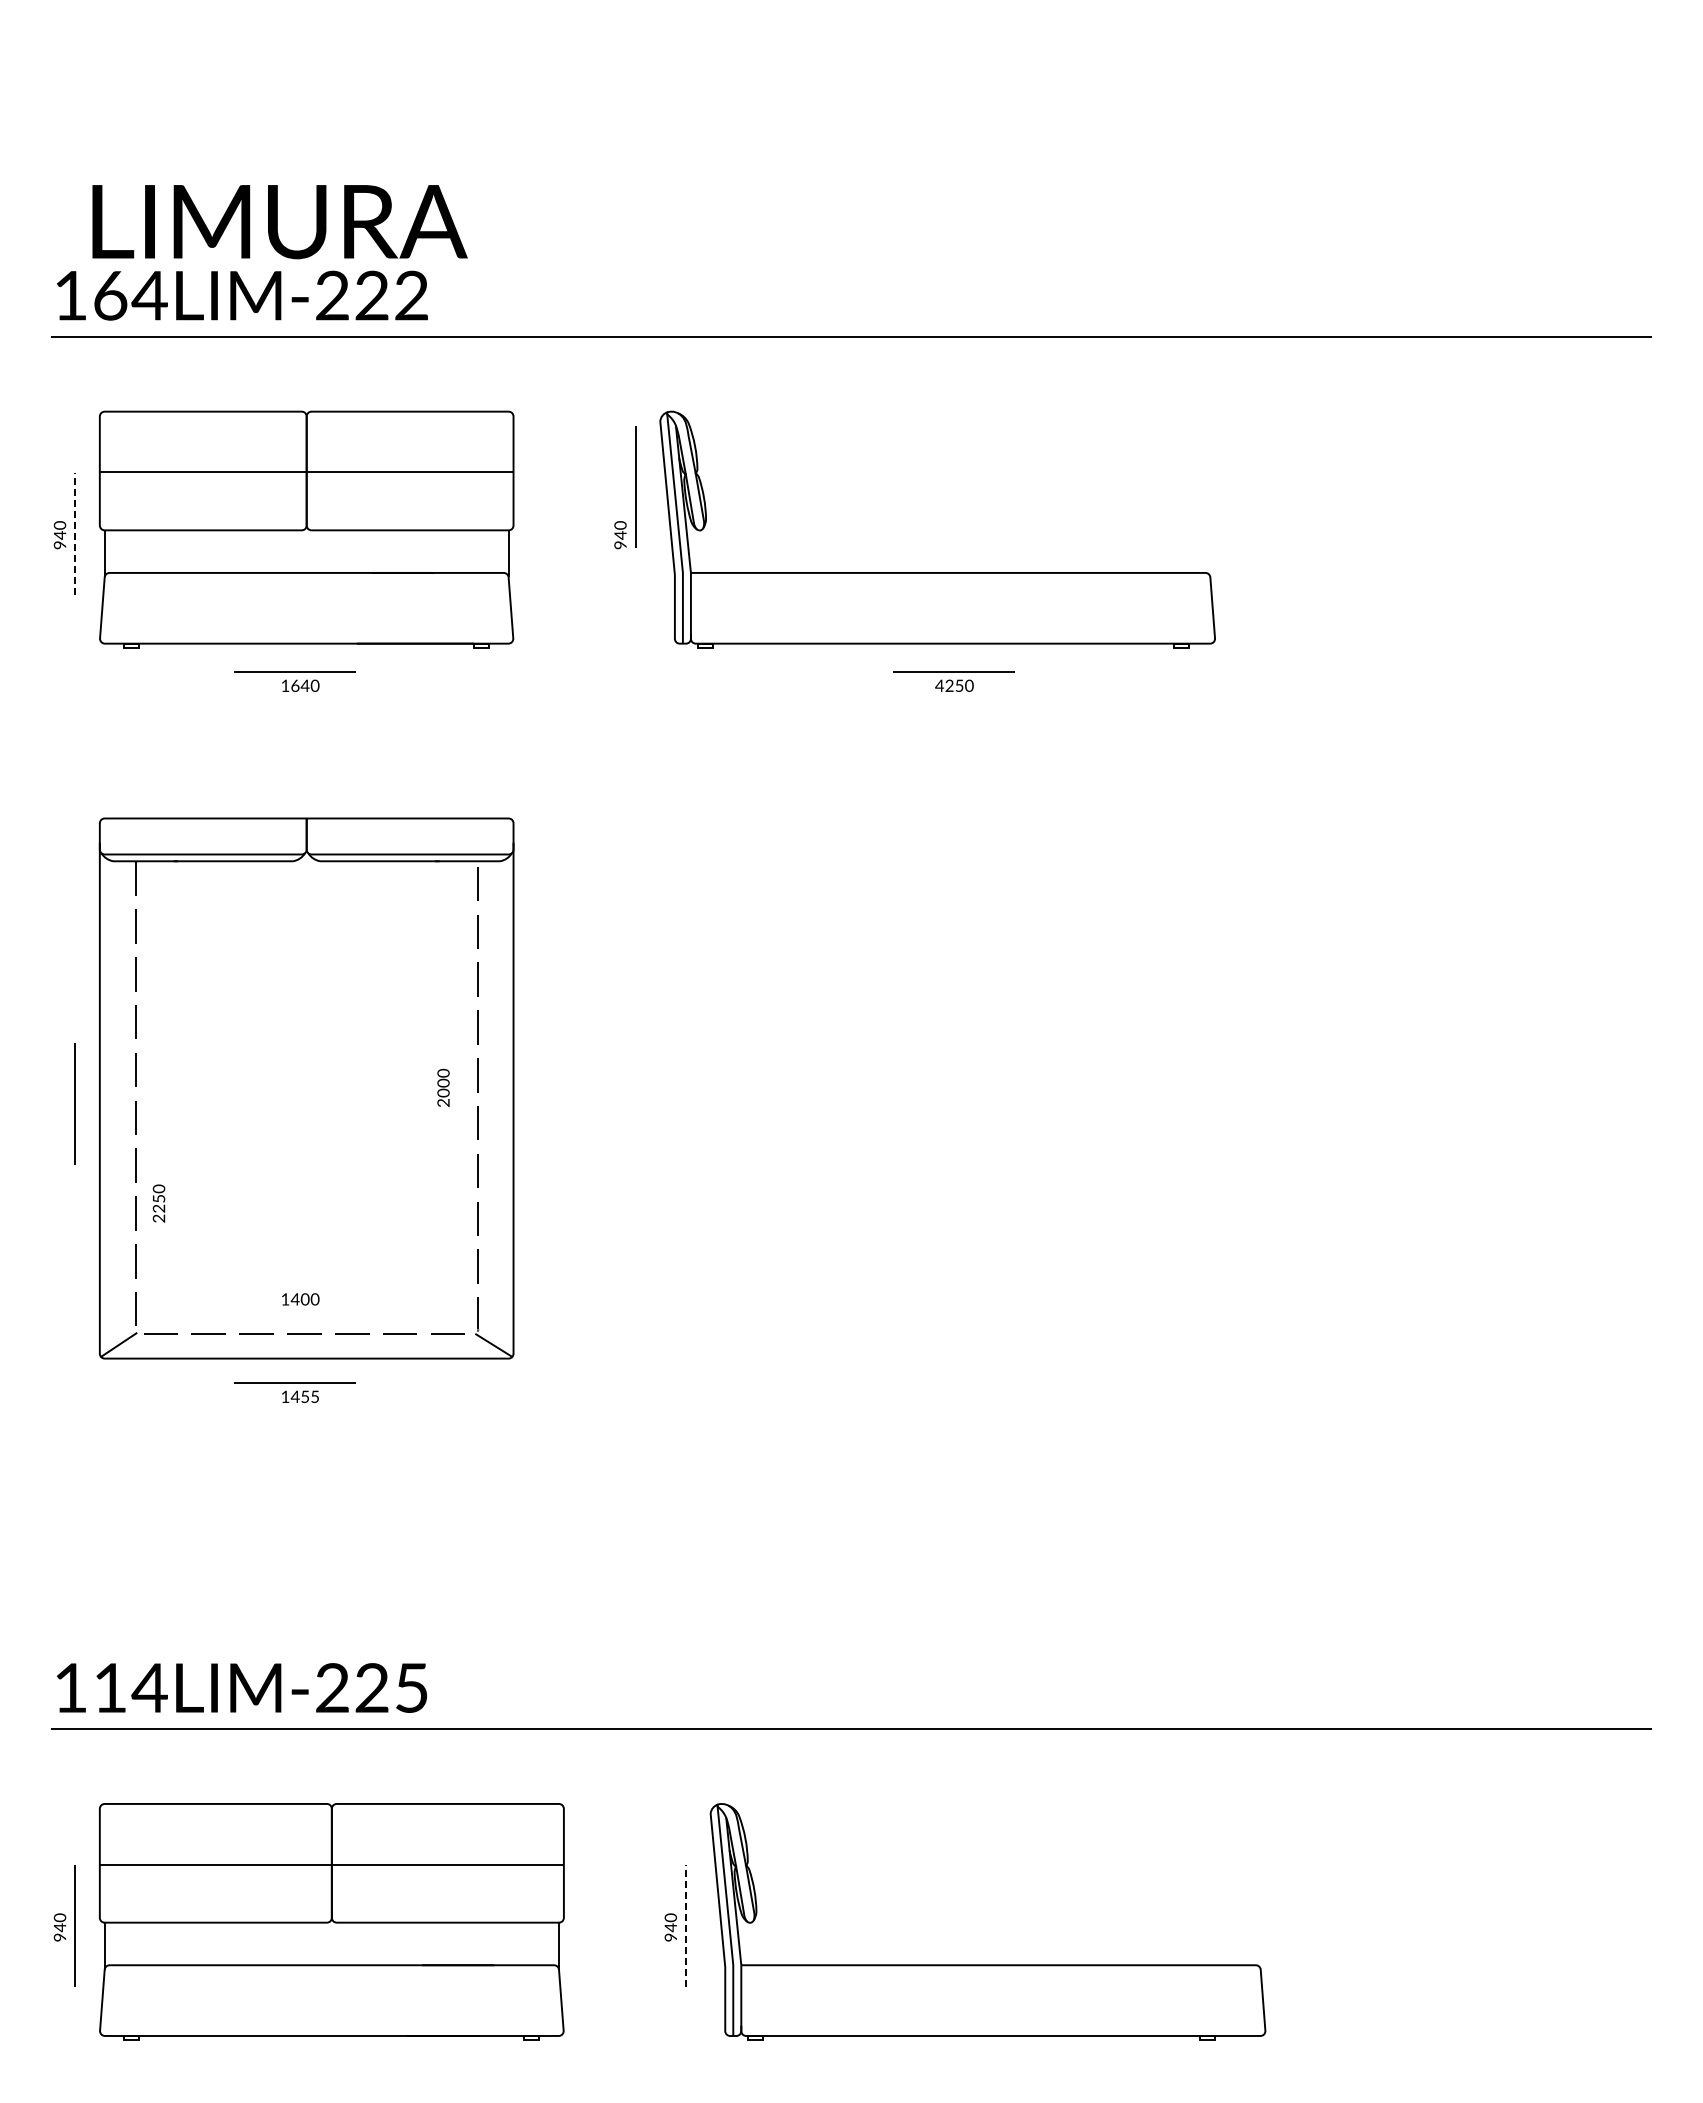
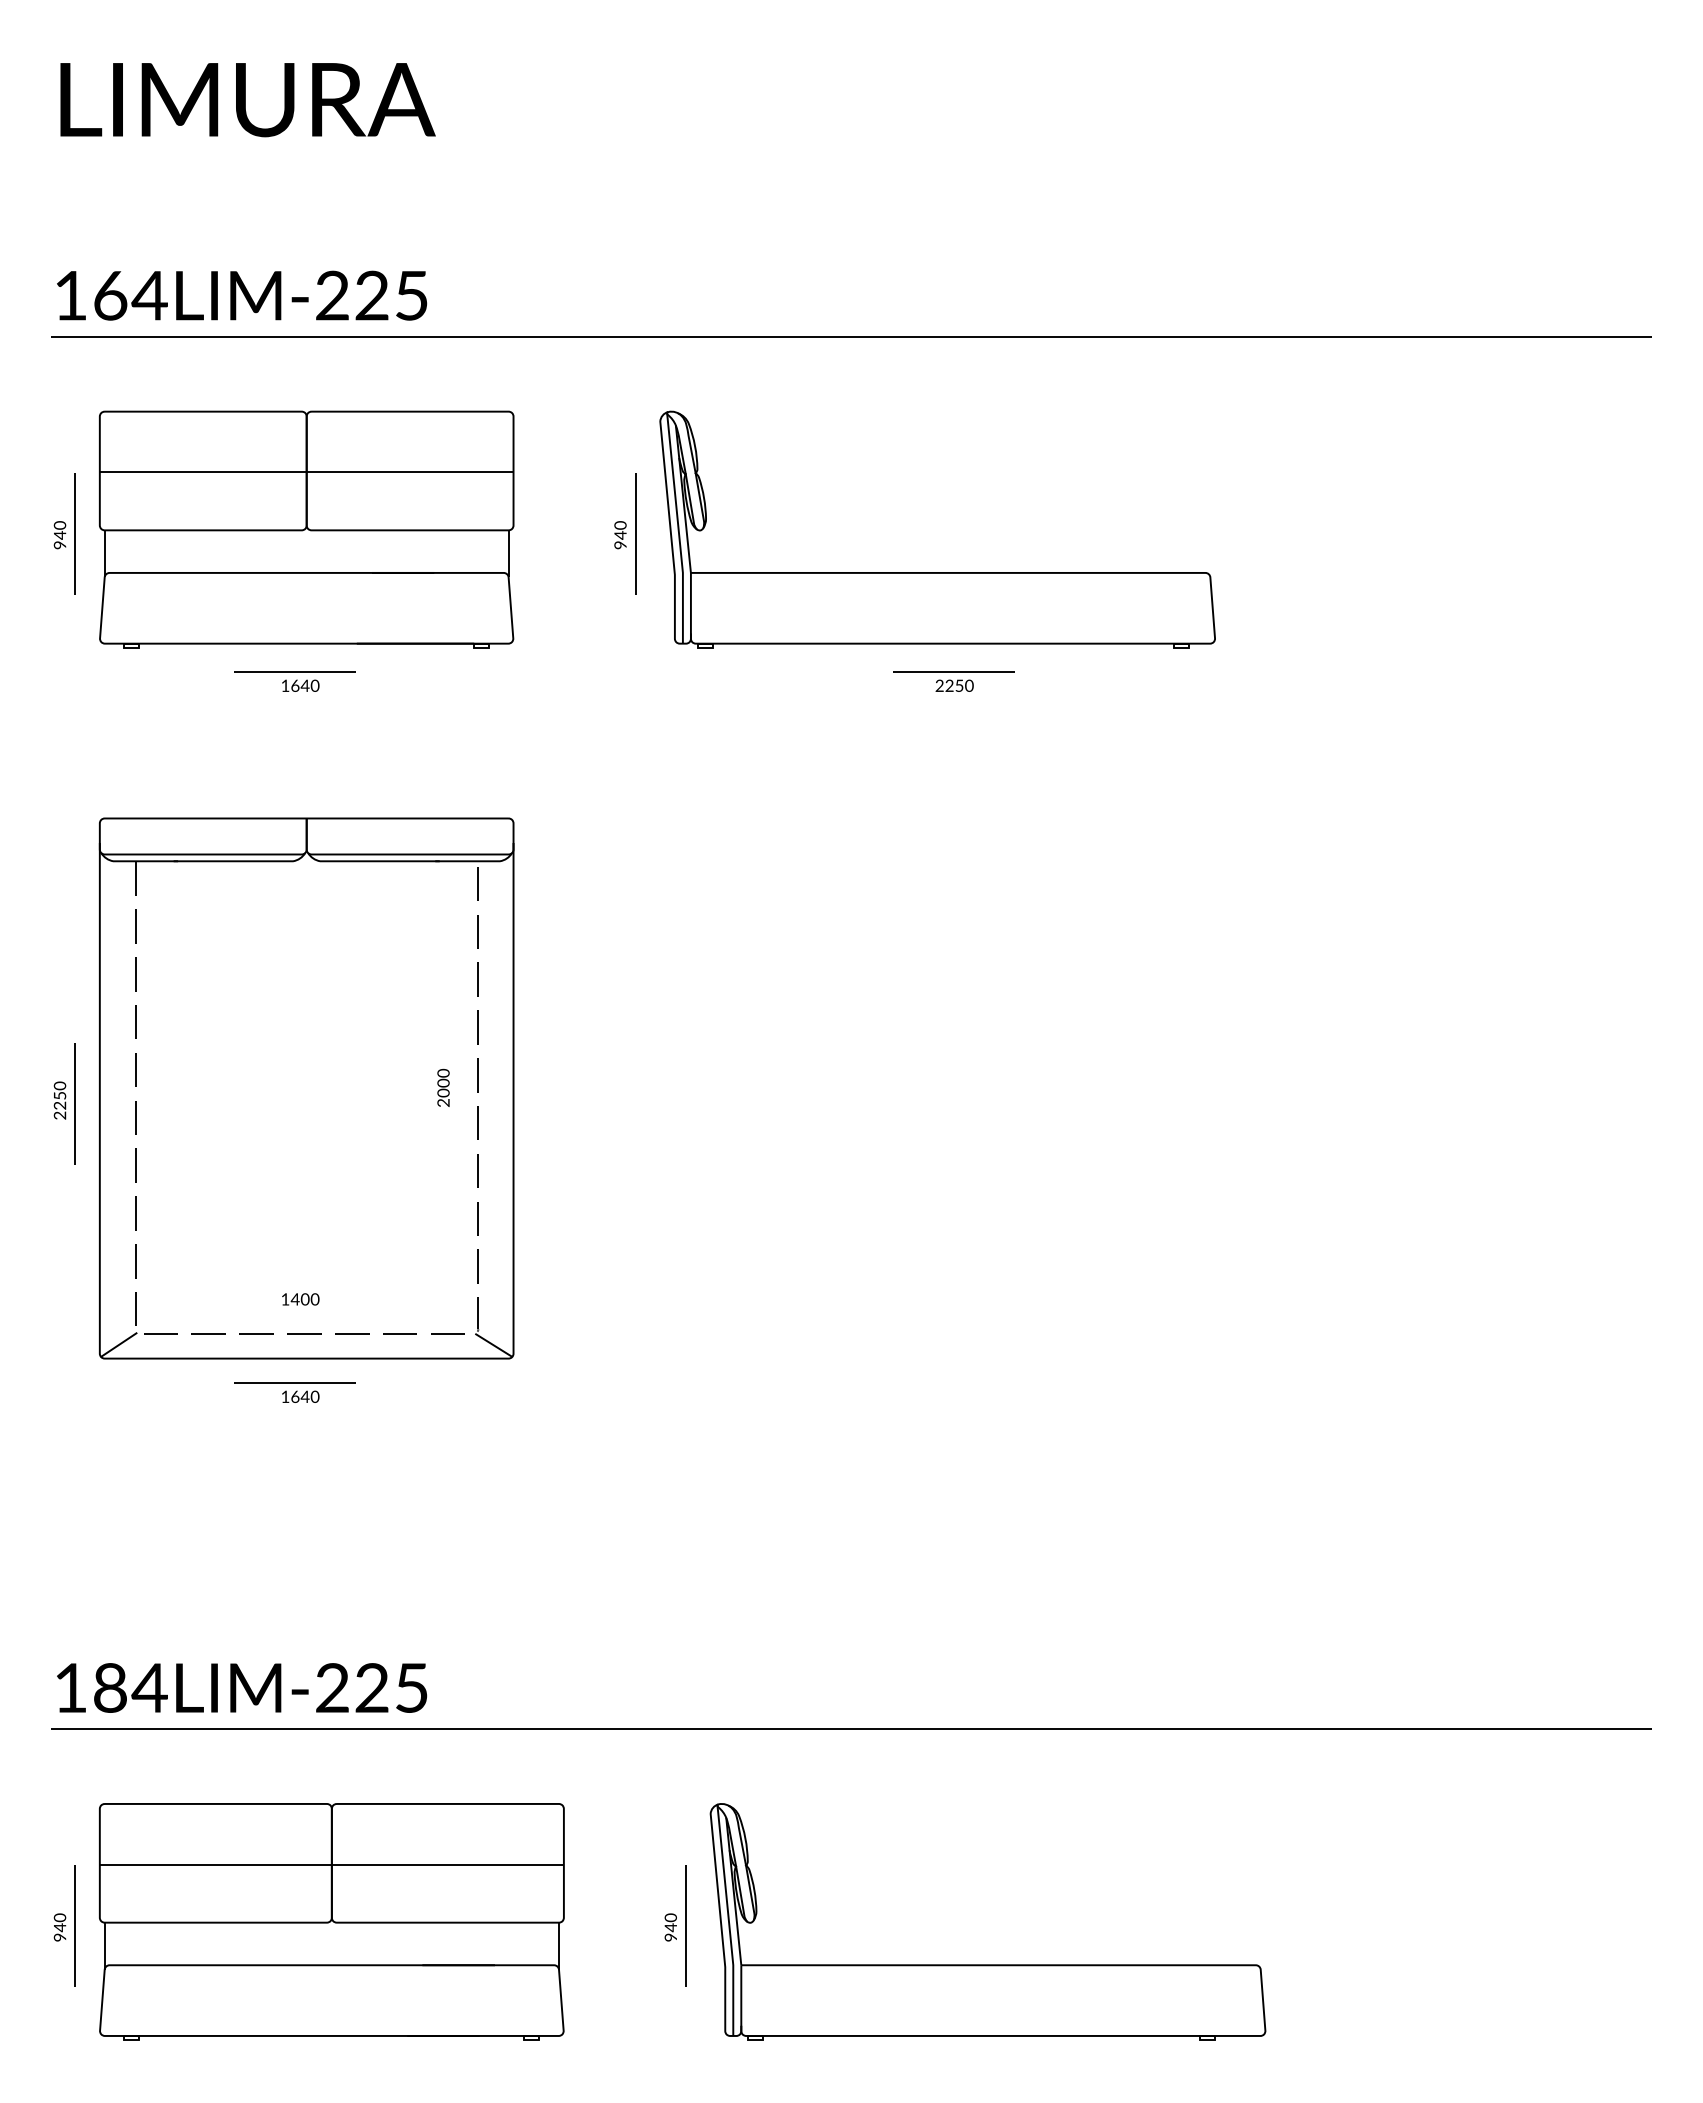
text at (279, 222) position: (279, 222) -> (247, 100)
text at (411, 295): 164LIM-222 -> 164LIM-225
line at (635, 486) position: (635, 486) -> (635, 533)
line at (75, 533): dashed -> solid
text at (939, 685): 4250 -> 2250
text at (158, 1203) position: (158, 1203) -> (59, 1100)
text at (304, 1396): 1455 -> 1640
text at (110, 1687): 114LIM-225 -> 184LIM-225
line at (686, 1925): dashed -> solid
